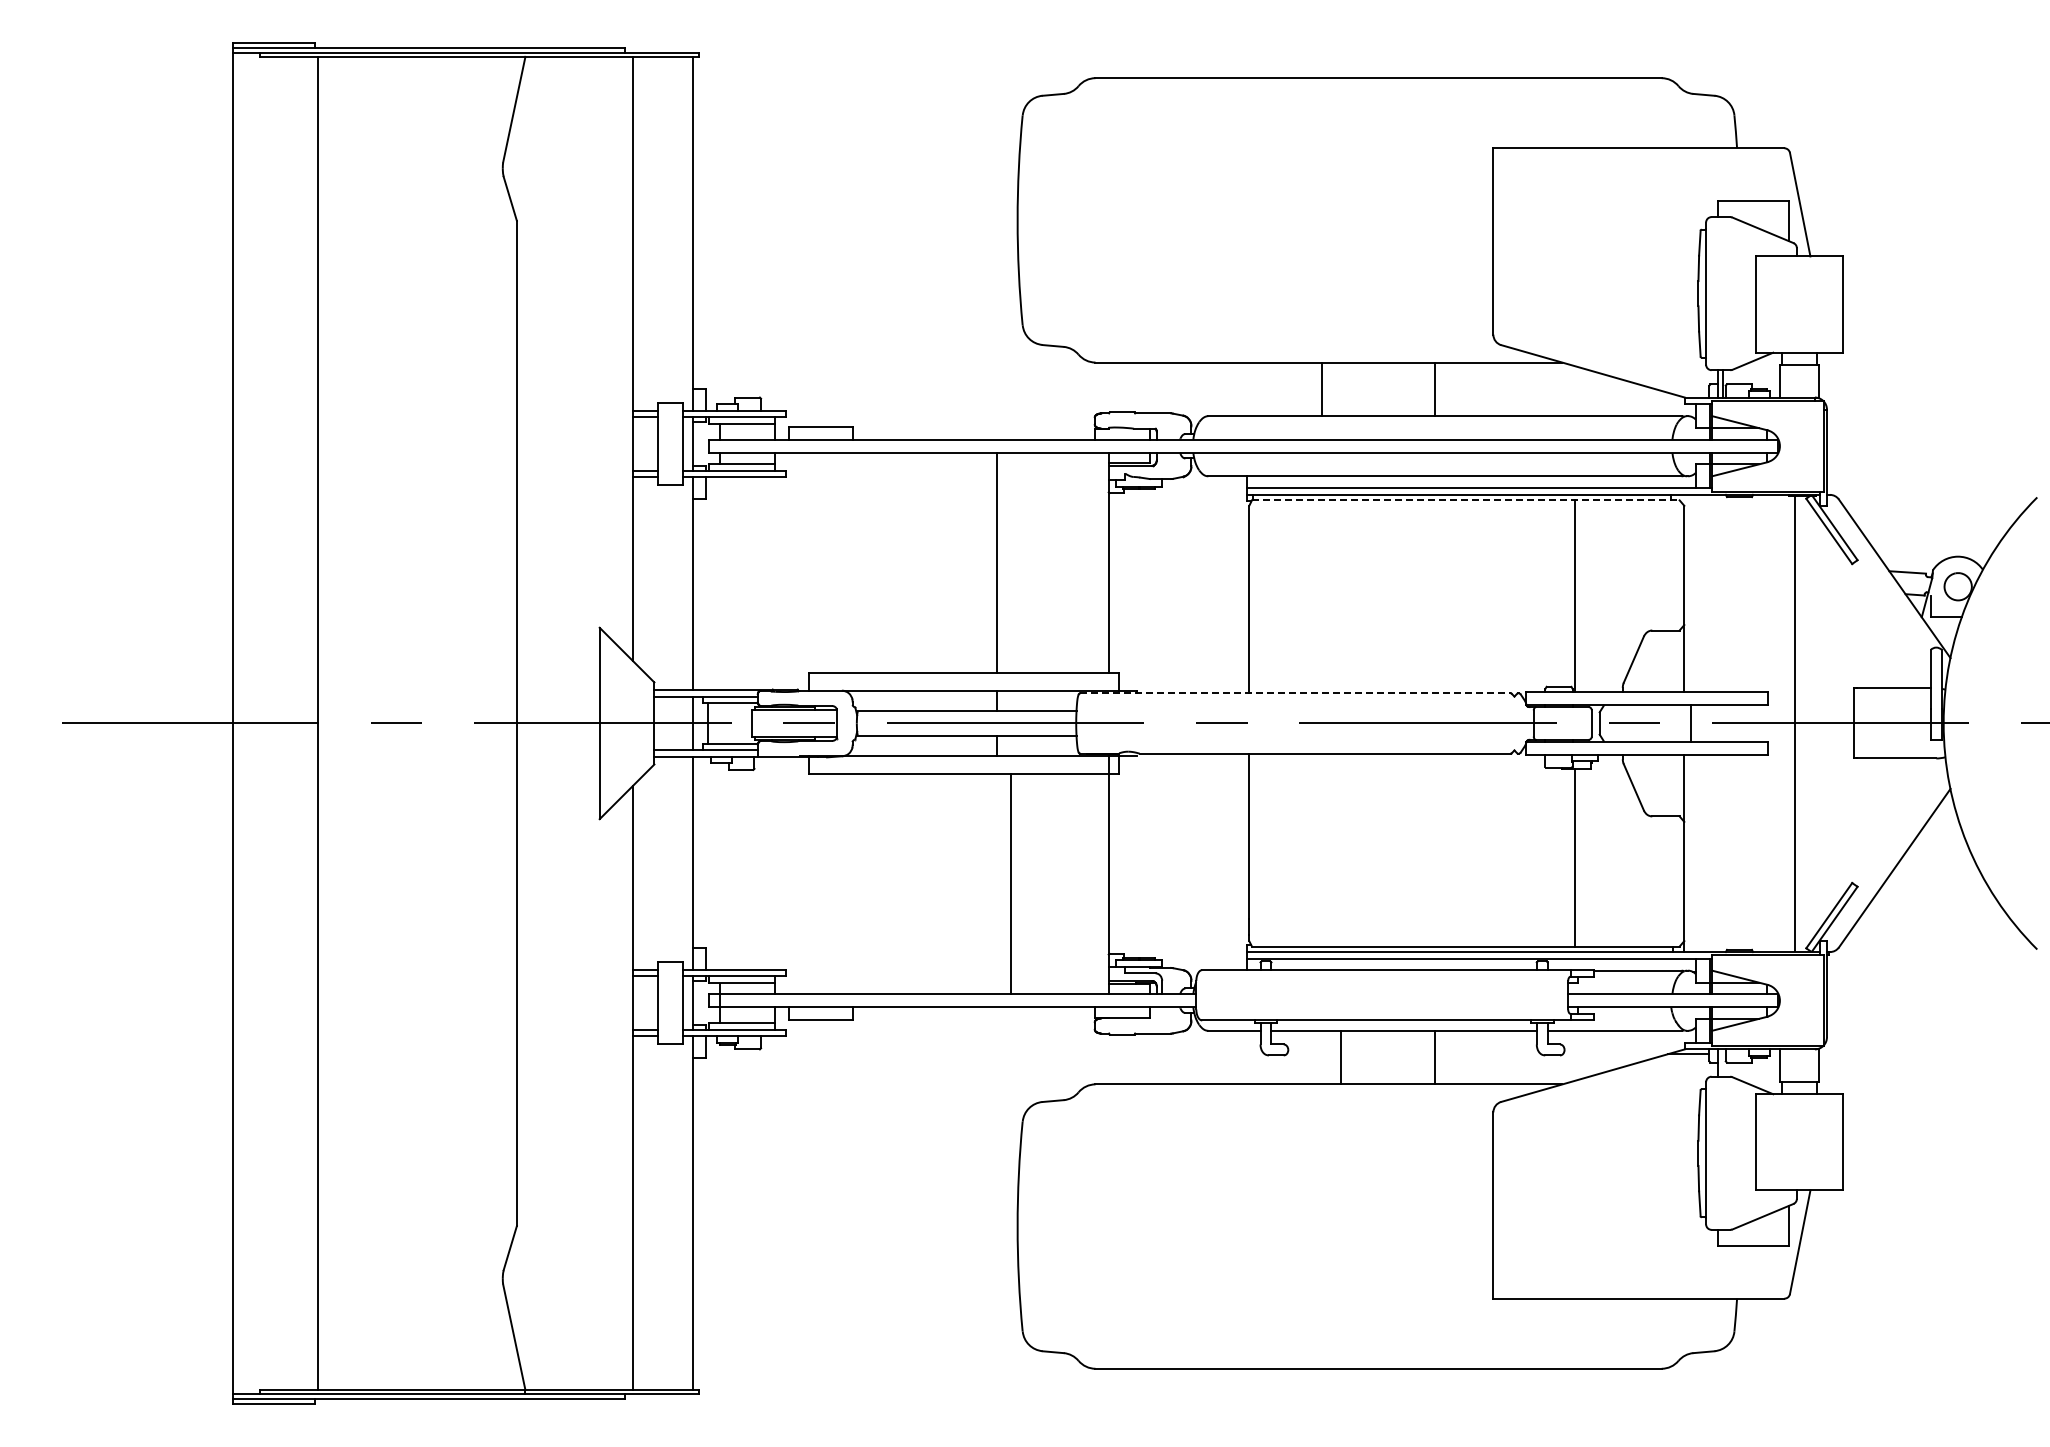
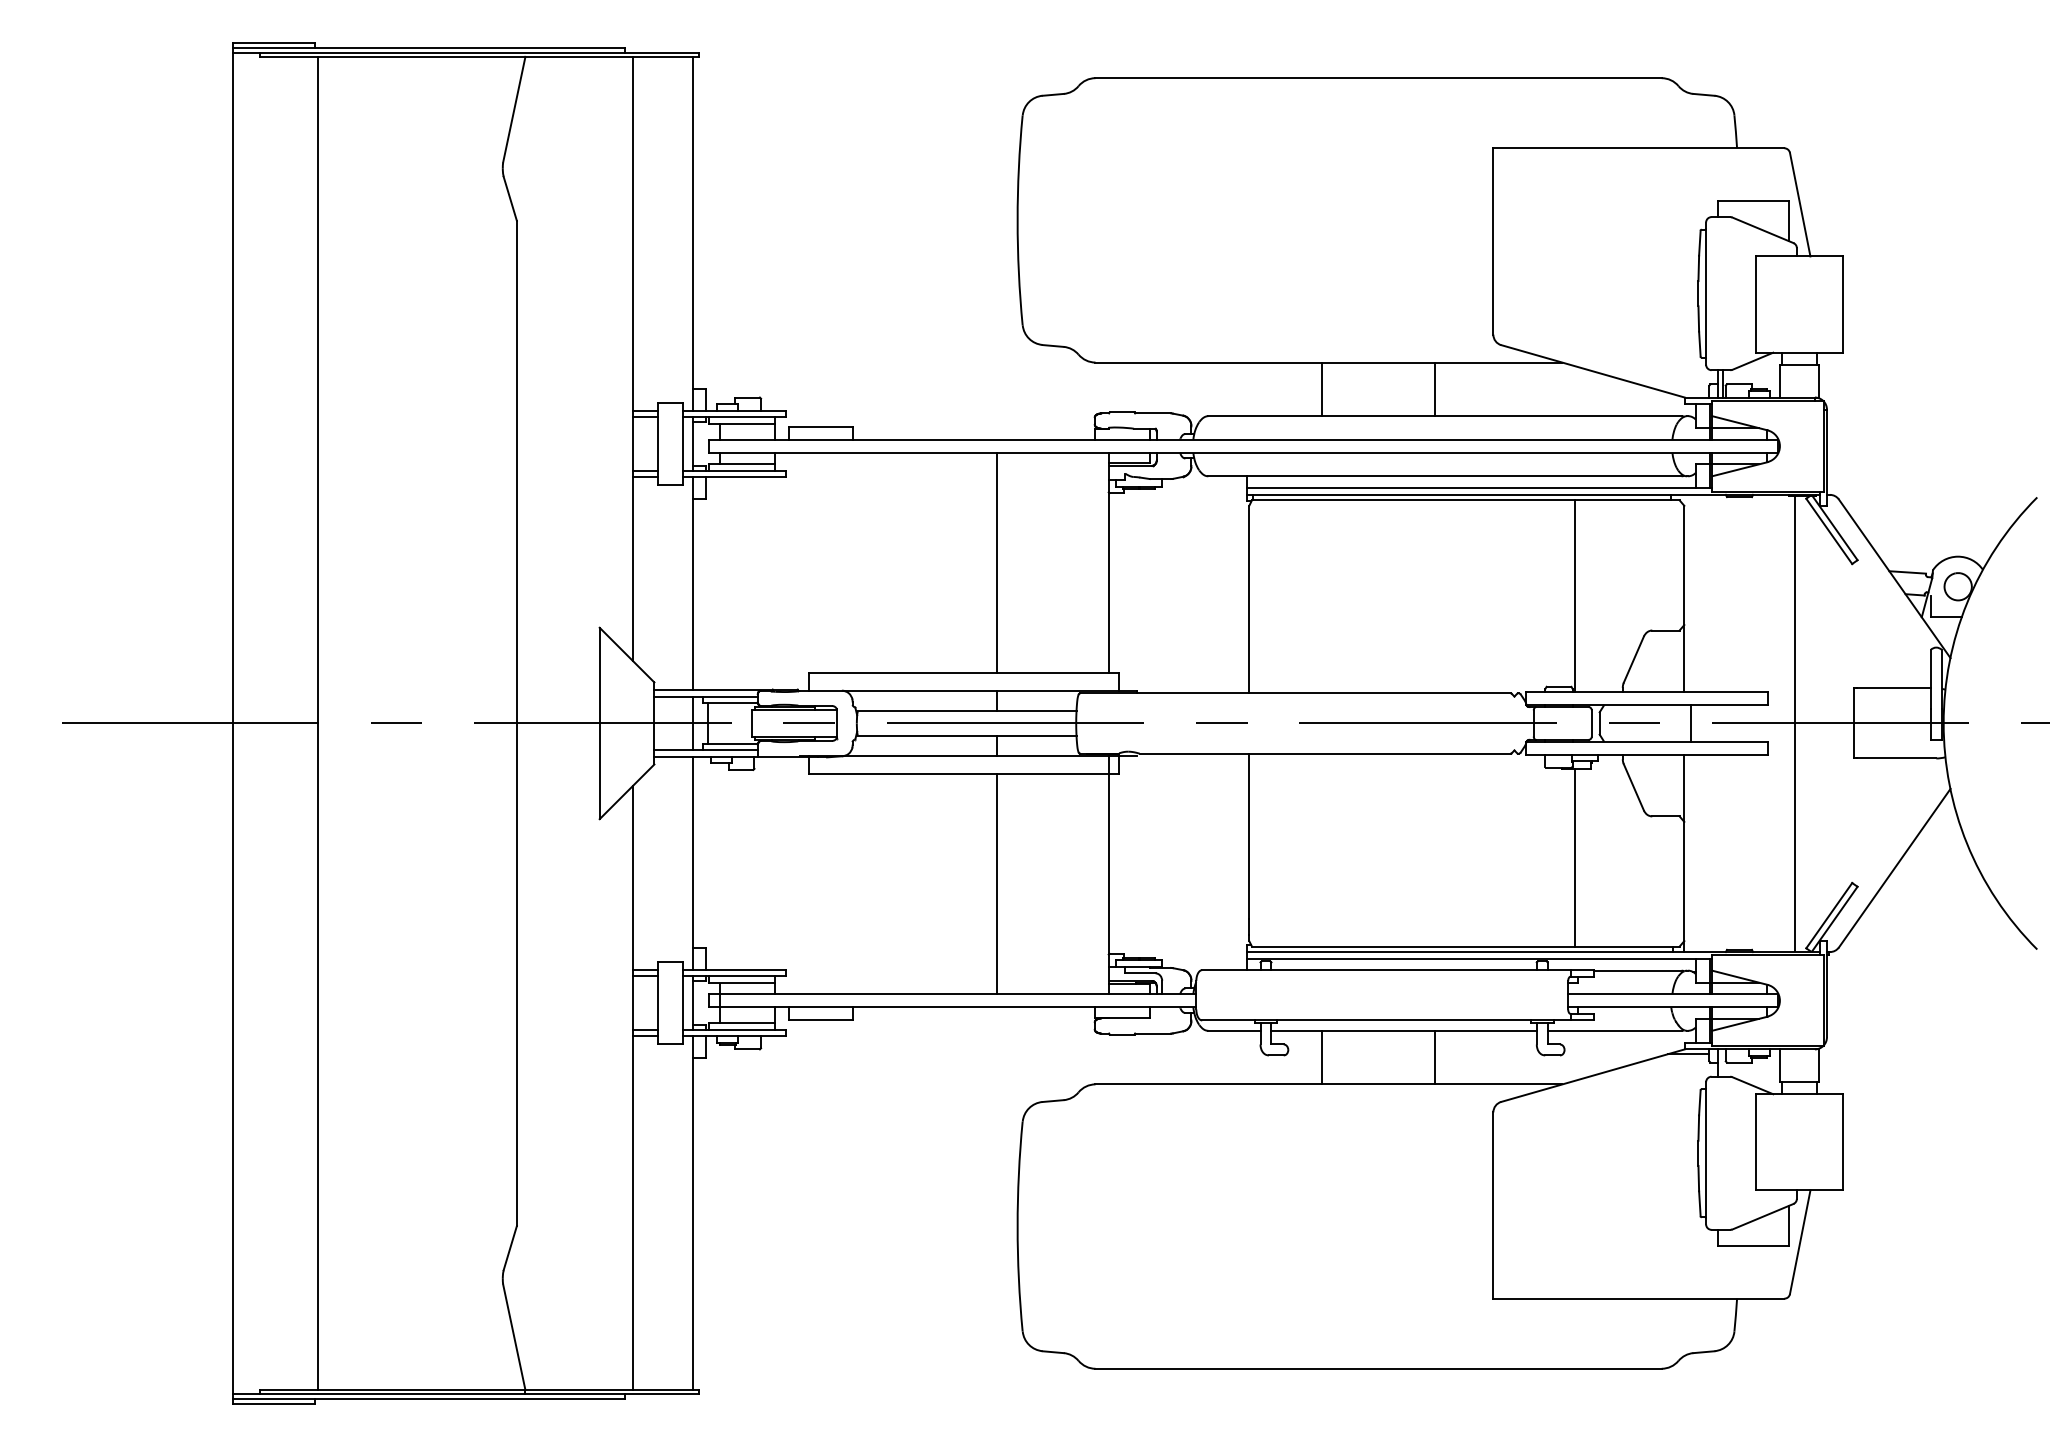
line at (1465, 500): dashed -> solid
line at (1295, 693): dashed -> solid
line at (1011, 883) position: (1011, 883) -> (997, 883)
line at (1340, 1057) position: (1340, 1057) -> (1321, 1057)
